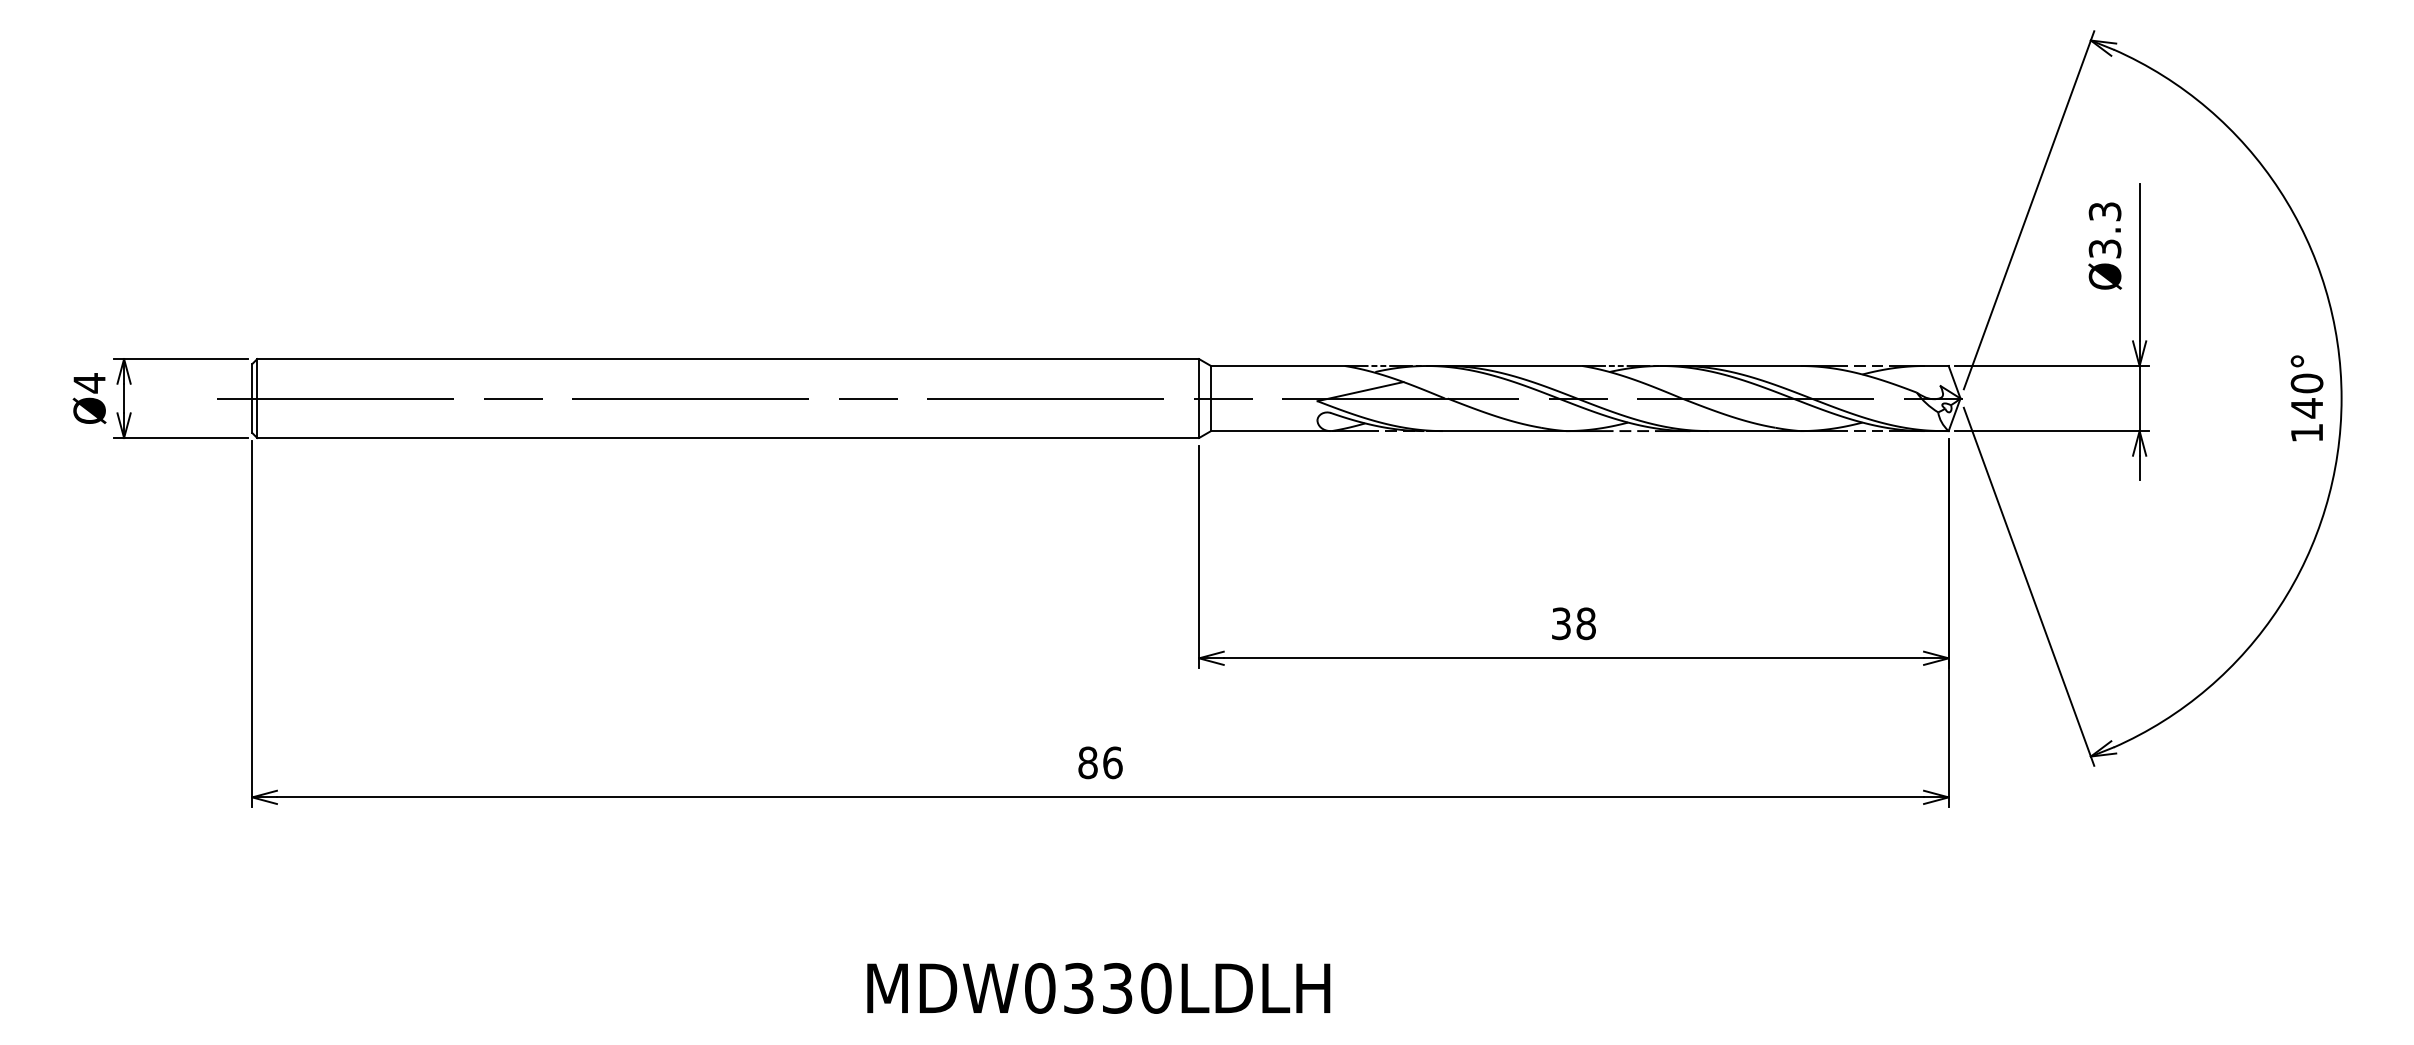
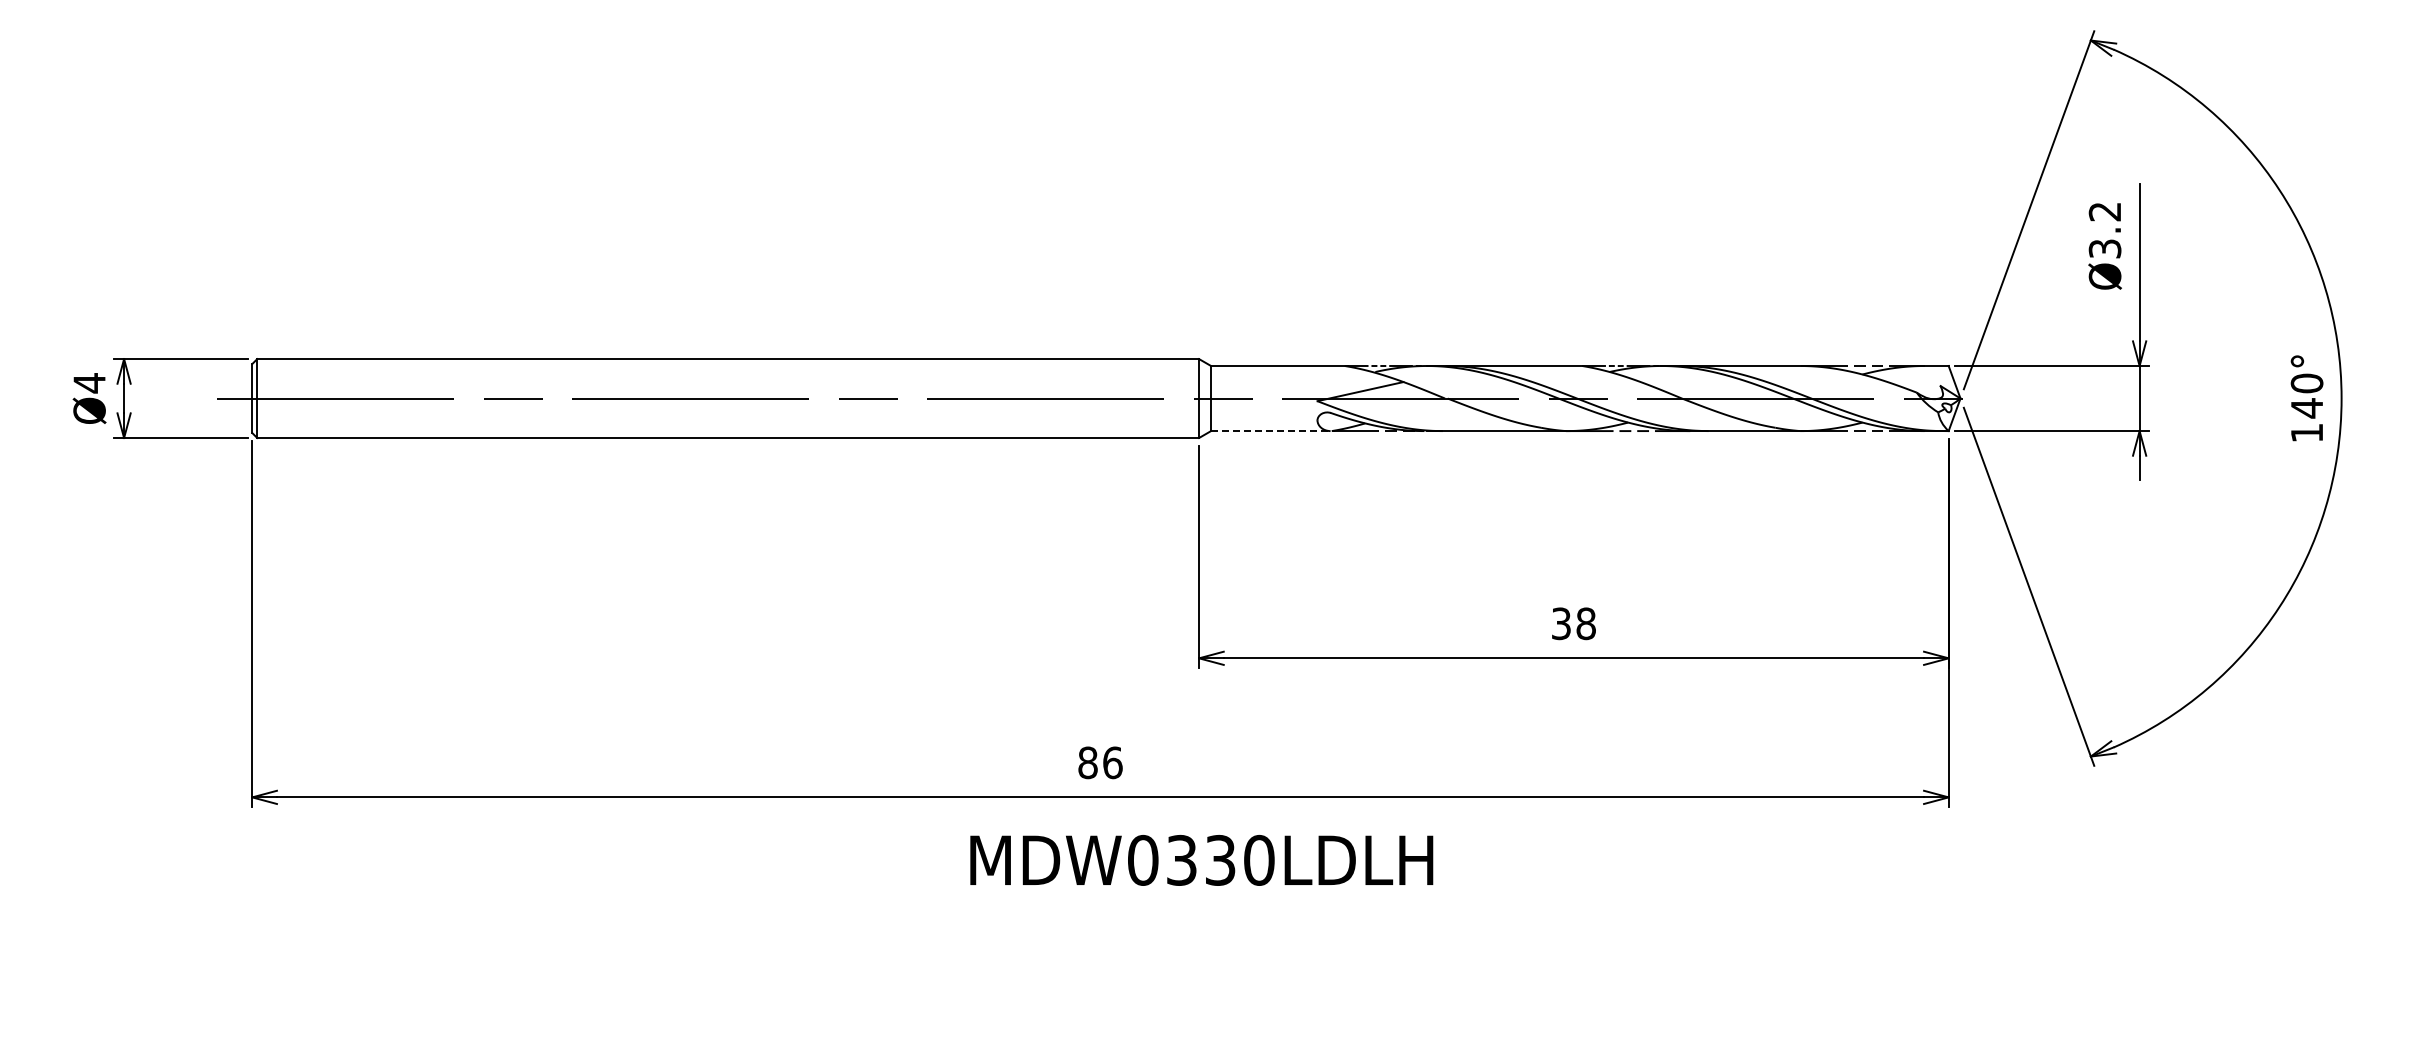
text at (2105, 211): Ø3.3 -> Ø3.2
line at (1272, 431): solid -> dashed
text at (1098, 988) position: (1098, 988) -> (1201, 860)
